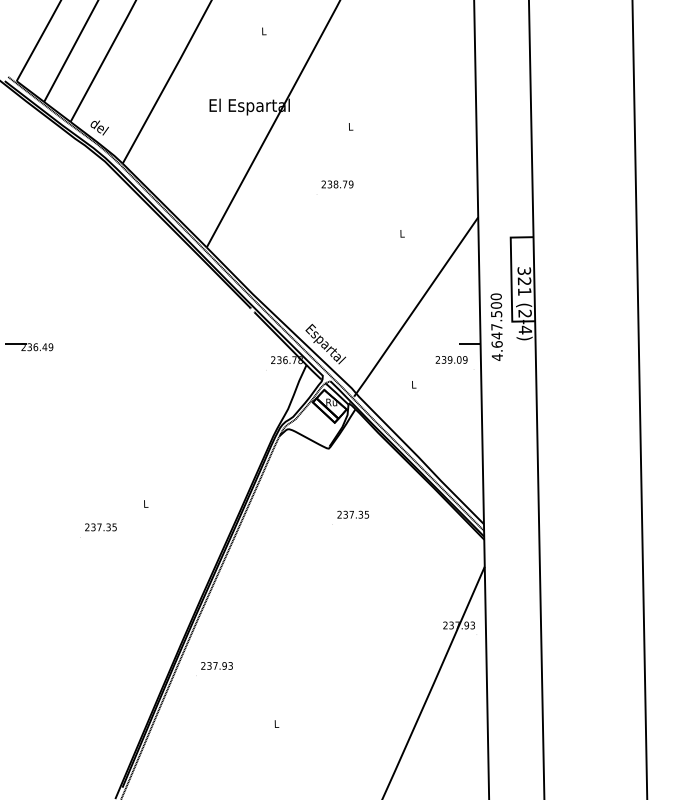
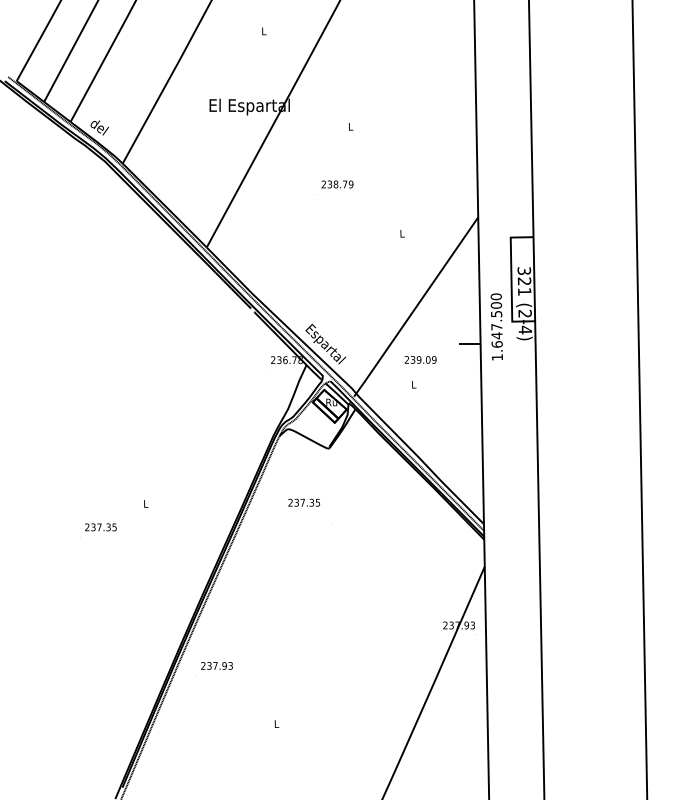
part at (29, 347): present -> none
text at (497, 356): 4.647.500 -> 1.647.500
text at (451, 359) position: (451, 359) -> (420, 359)
text at (353, 514) position: (353, 514) -> (304, 502)
